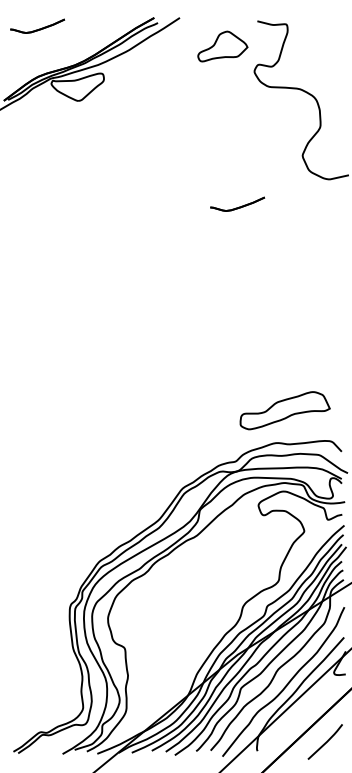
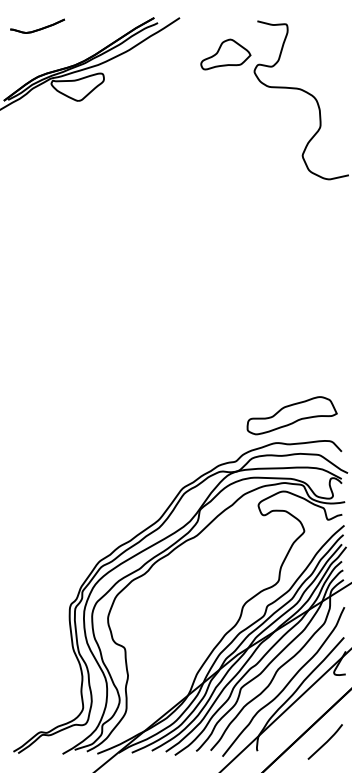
part at (222, 46) position: (222, 46) -> (225, 54)
part at (237, 203): present -> none
part at (284, 410) position: (284, 410) -> (291, 415)
